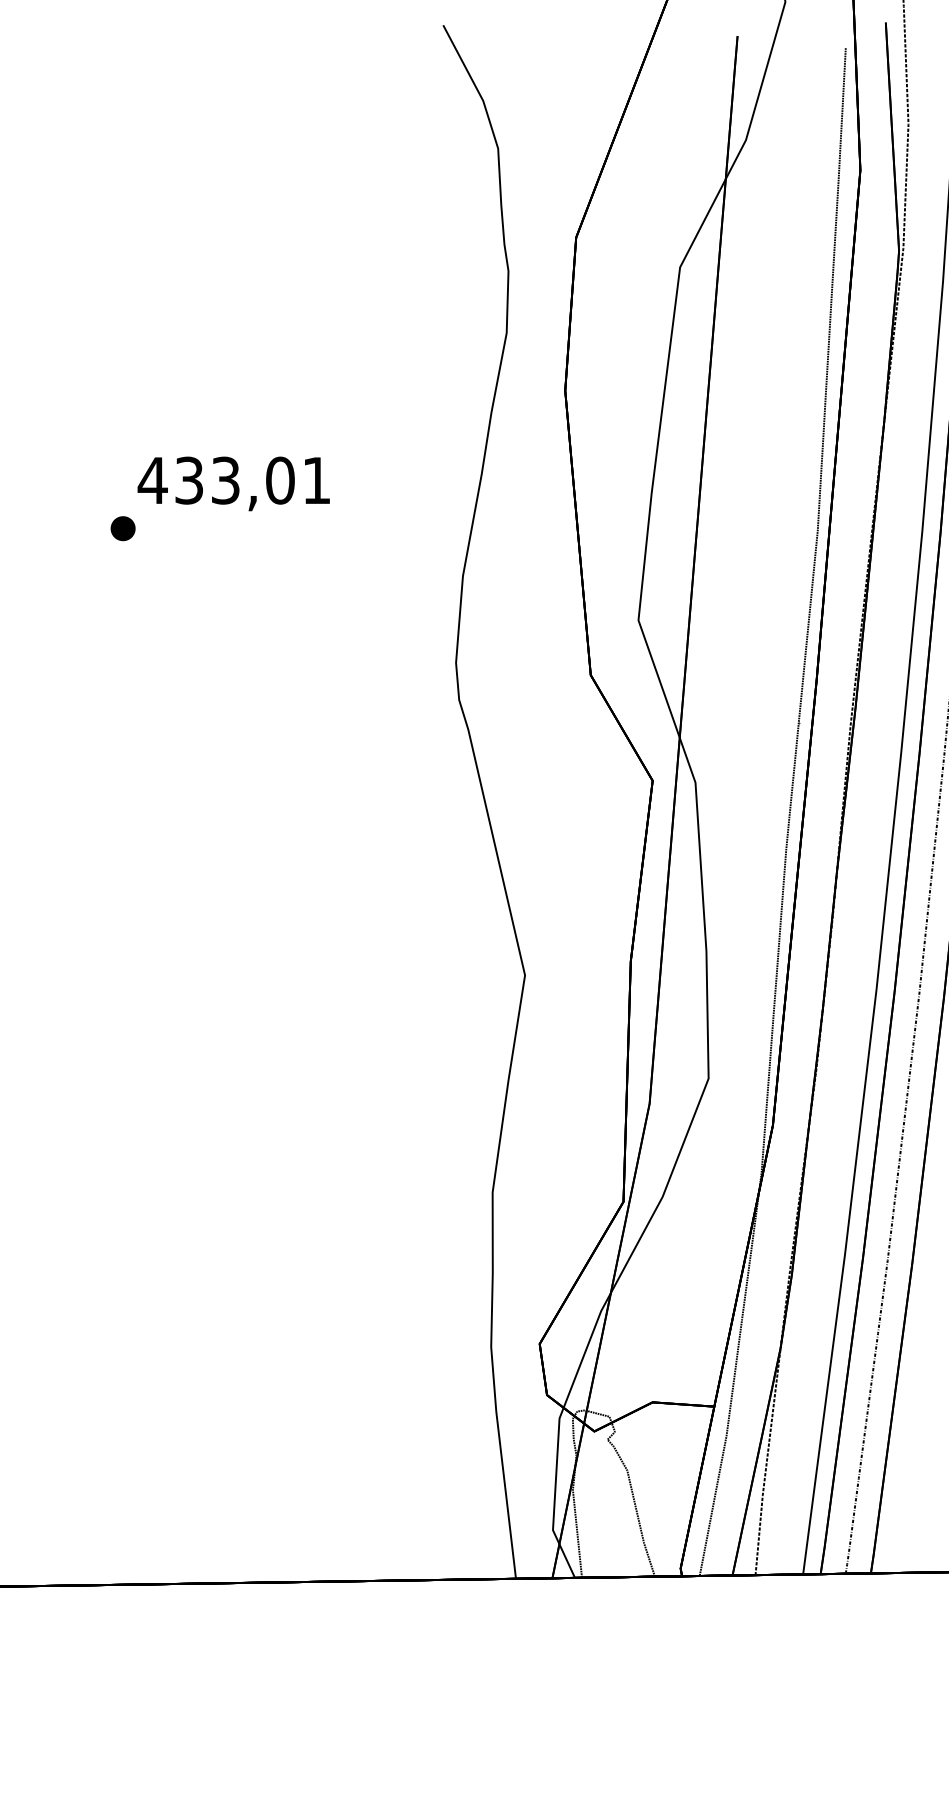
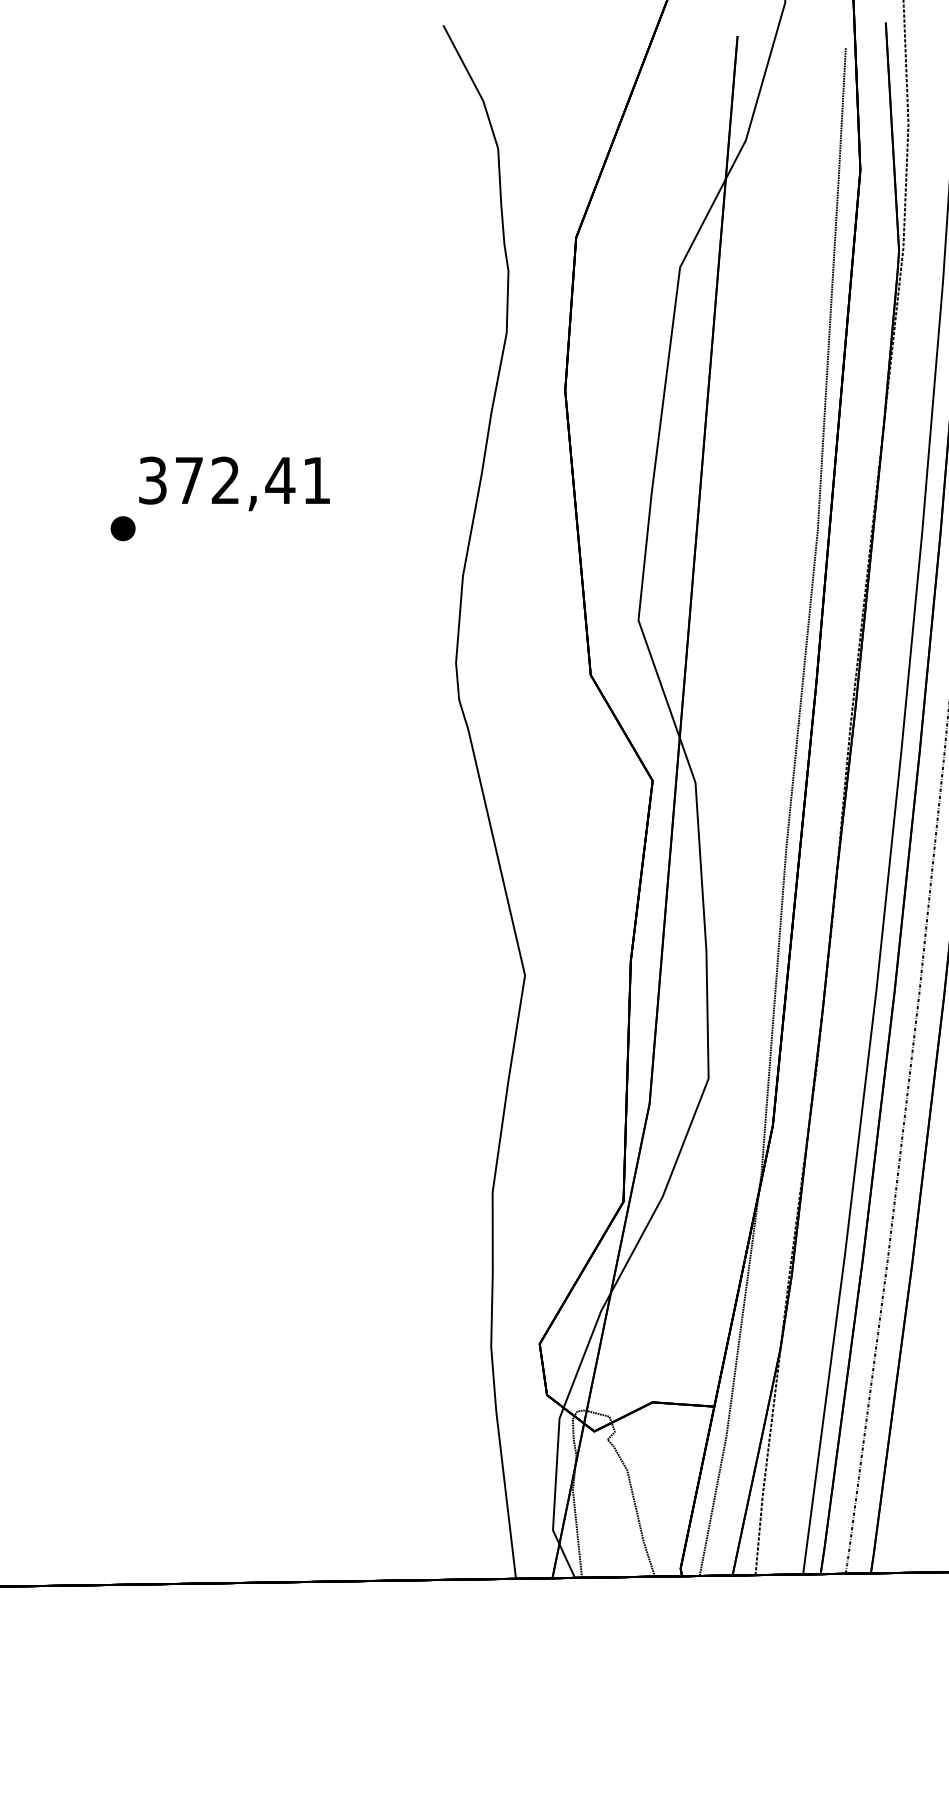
text at (216, 480): 433,01 -> 372,41
